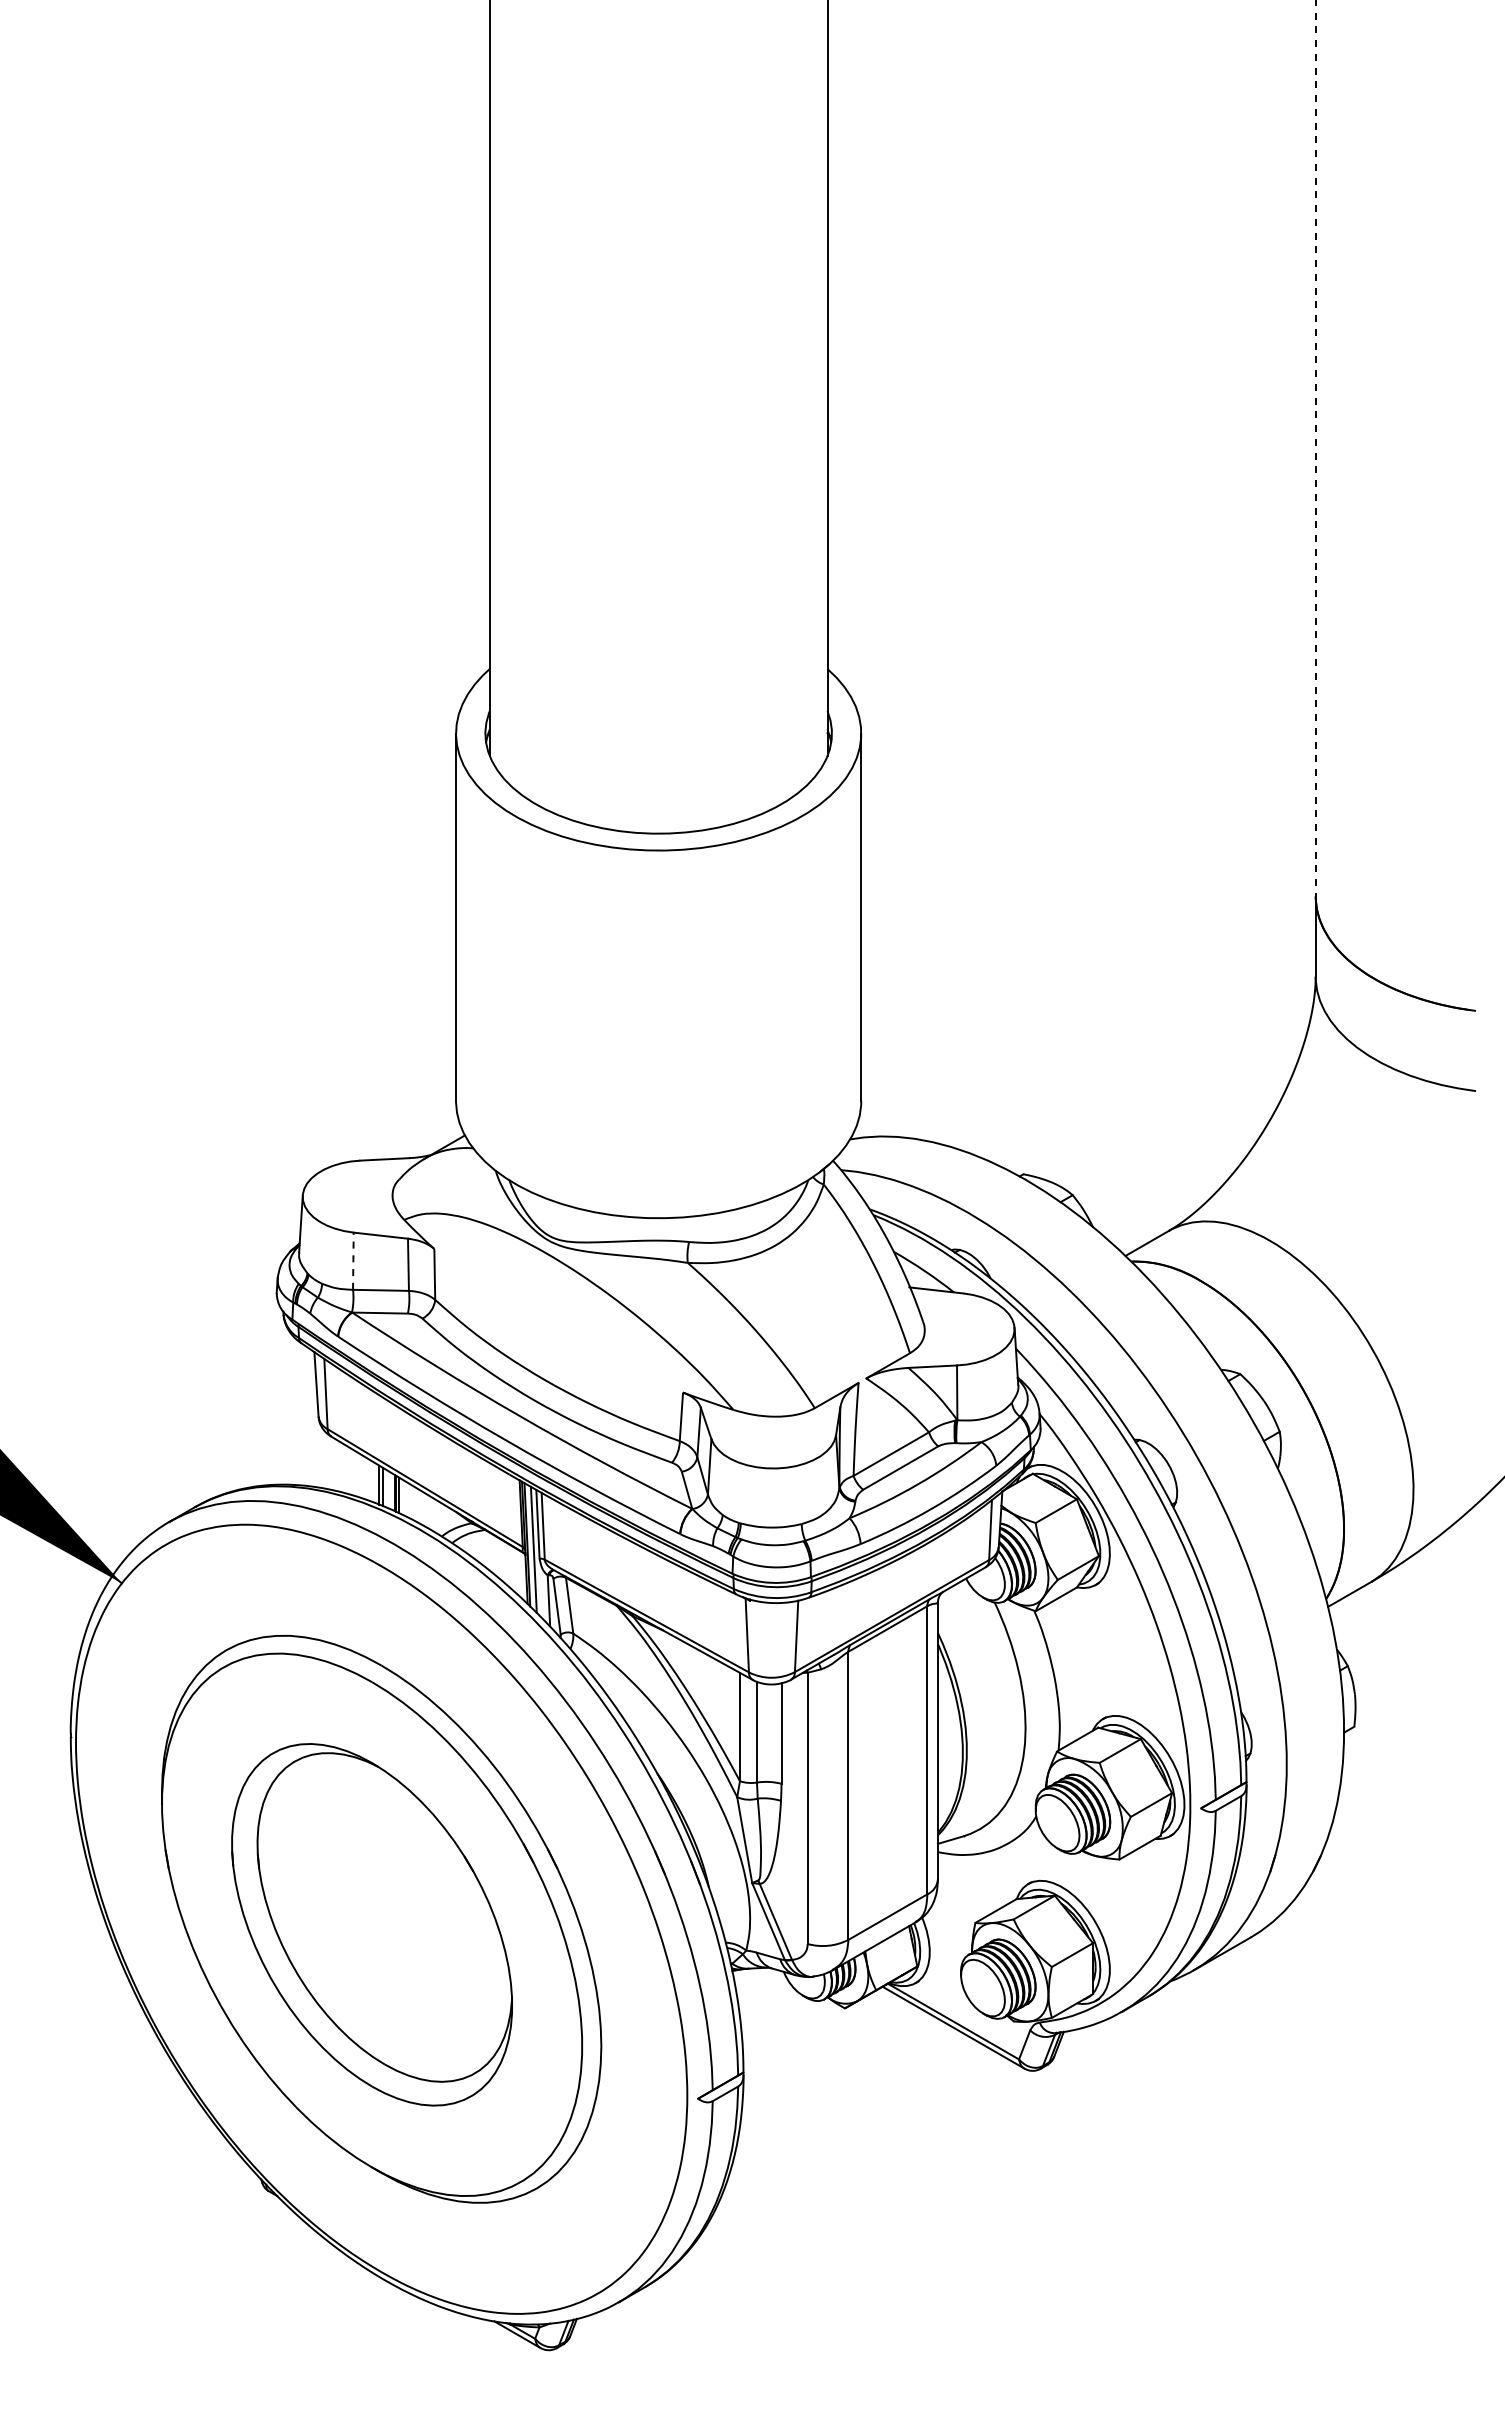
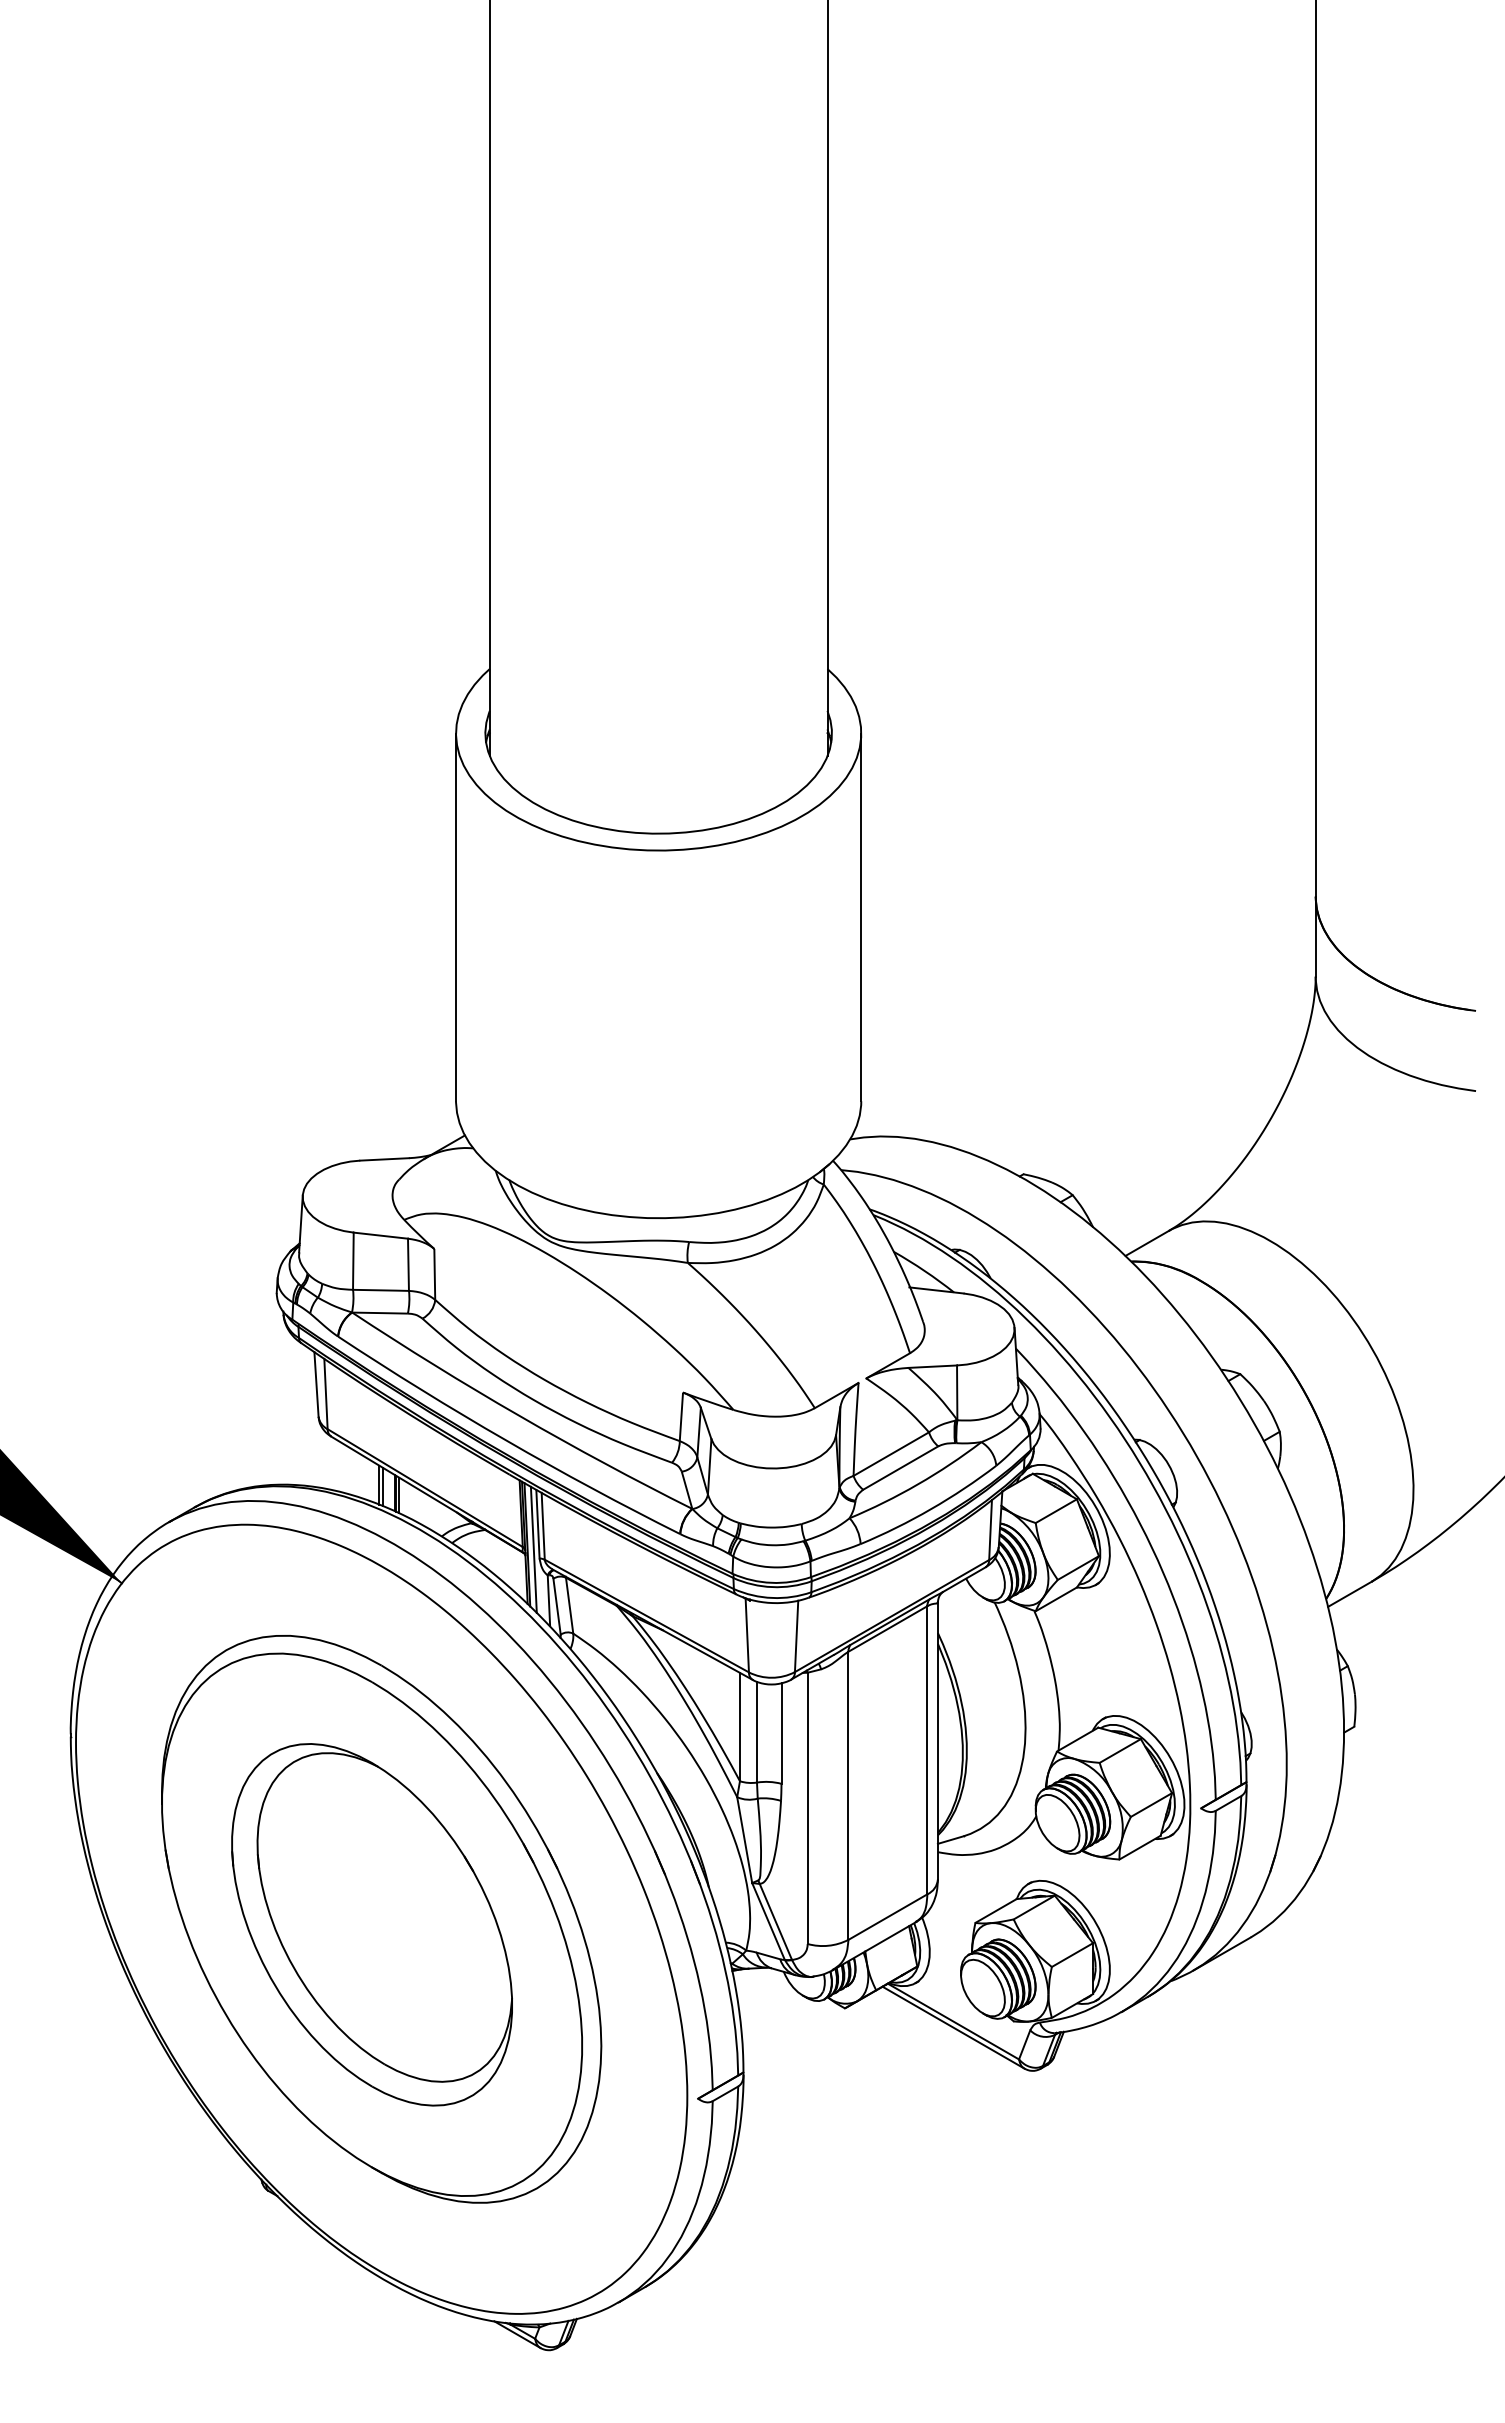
line at (1315, 448): dashed -> solid
line at (353, 1261): dashed -> solid
